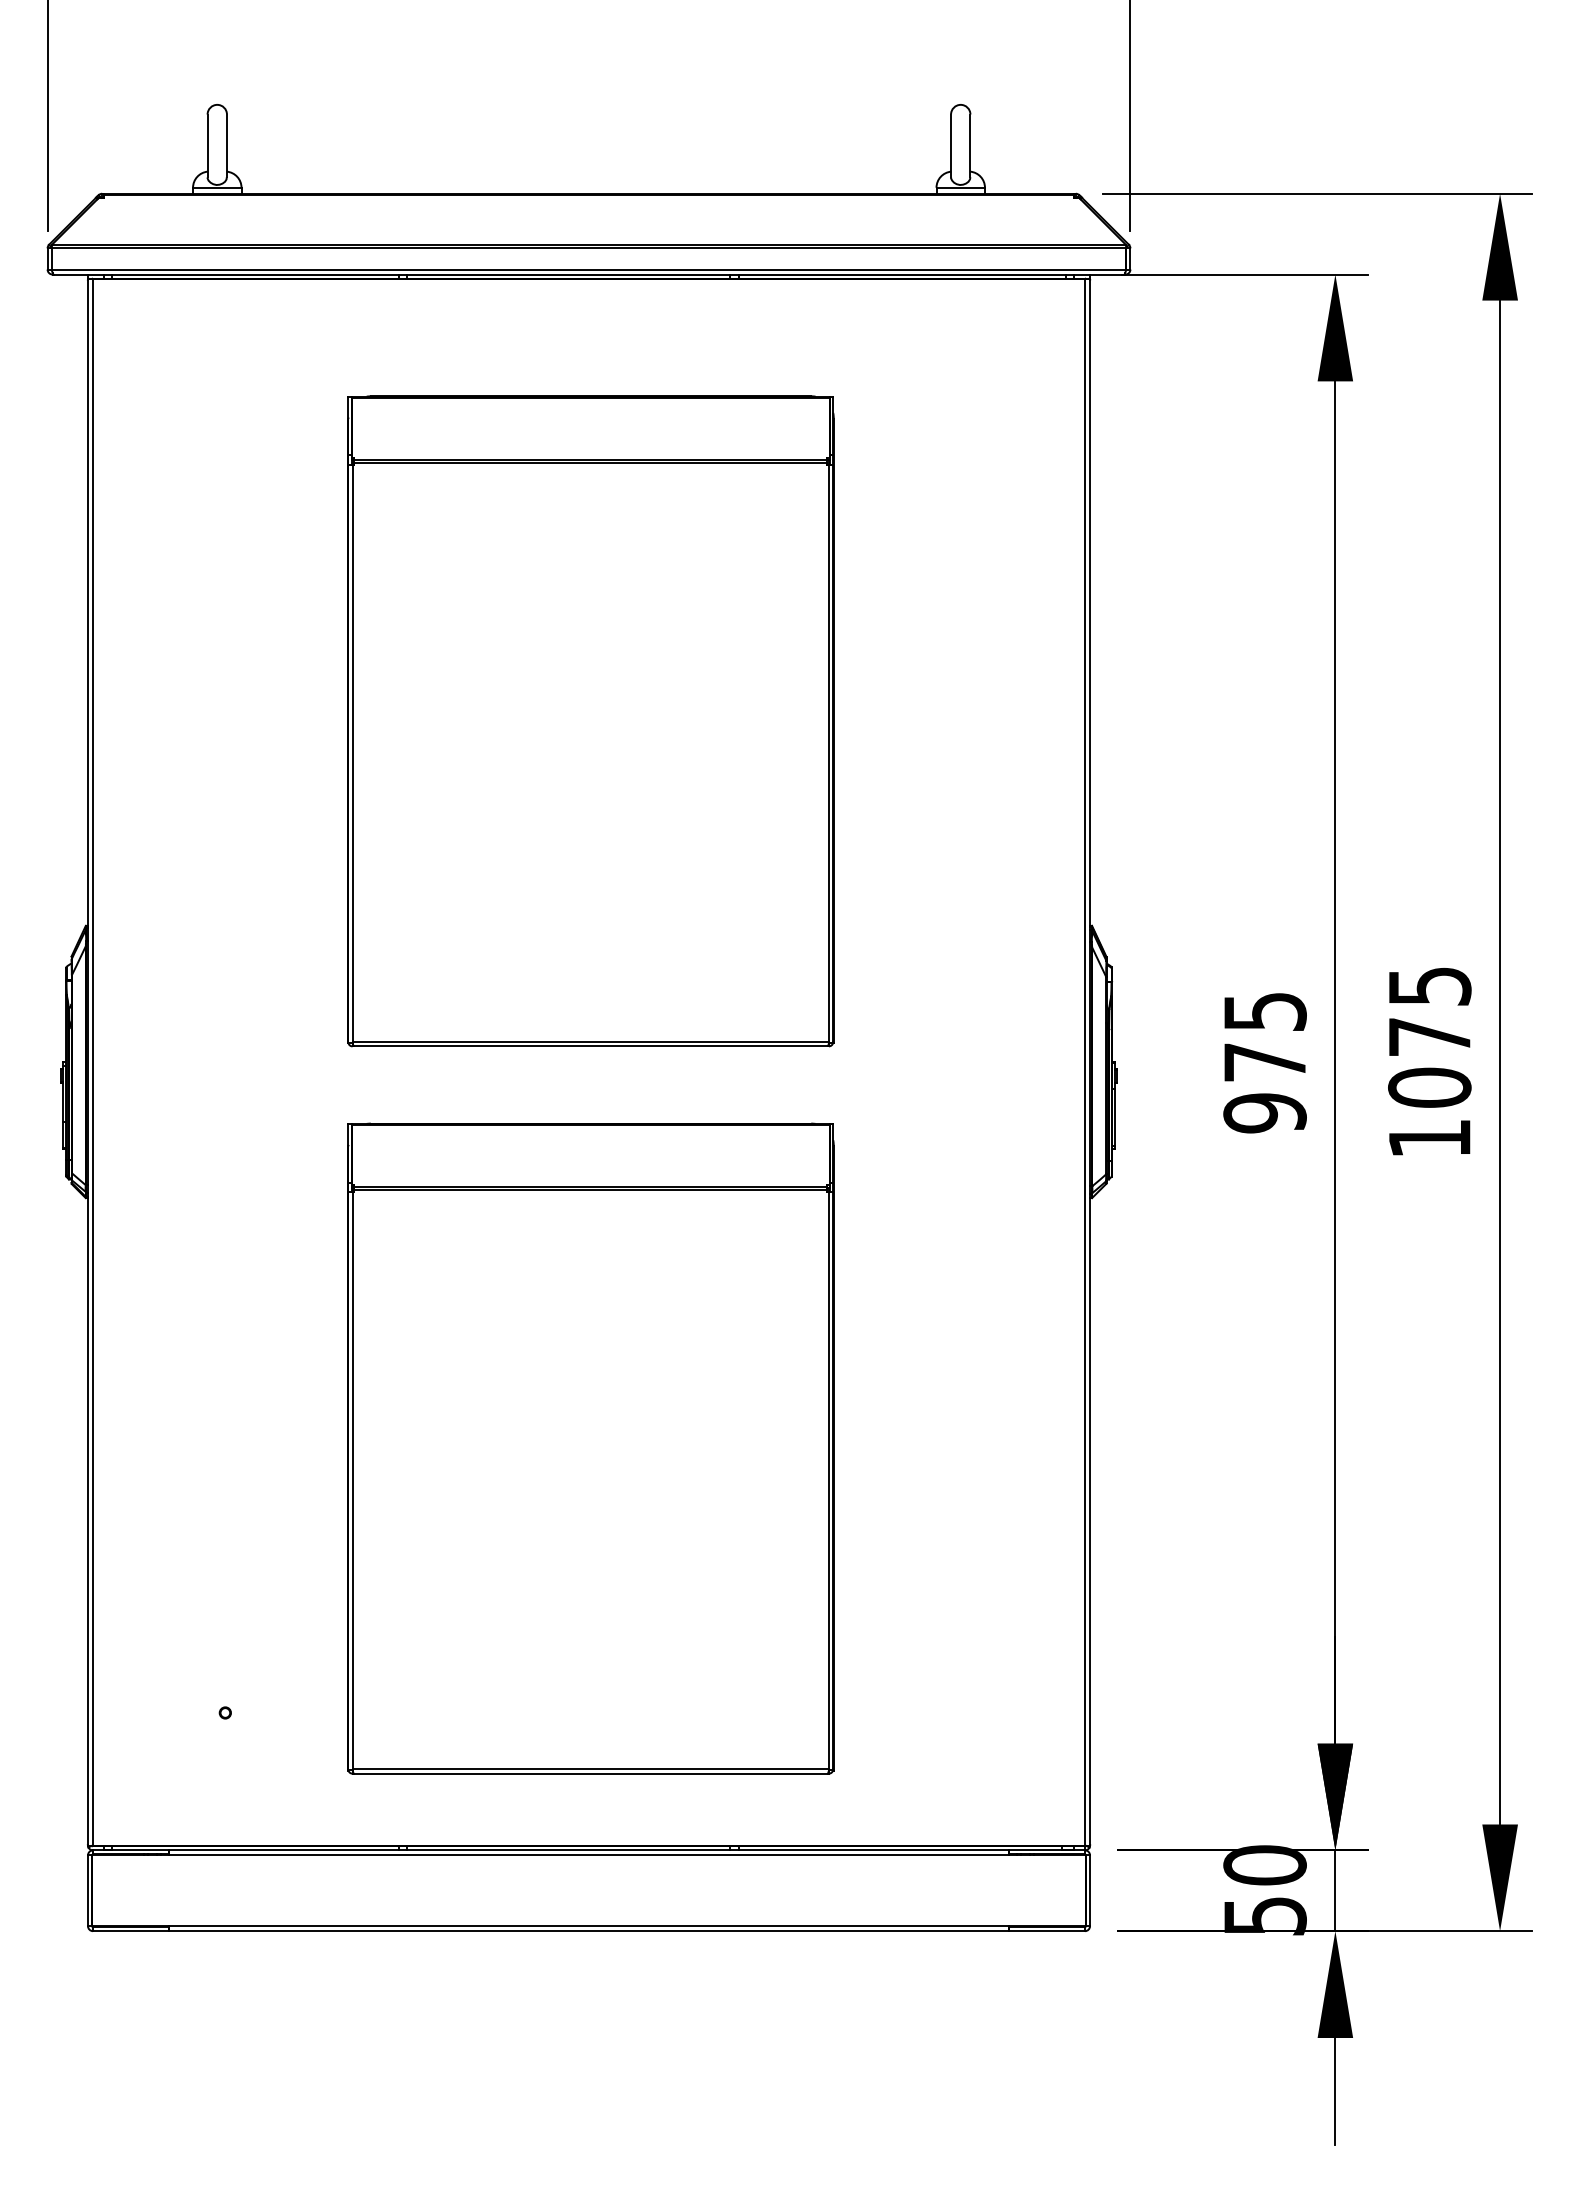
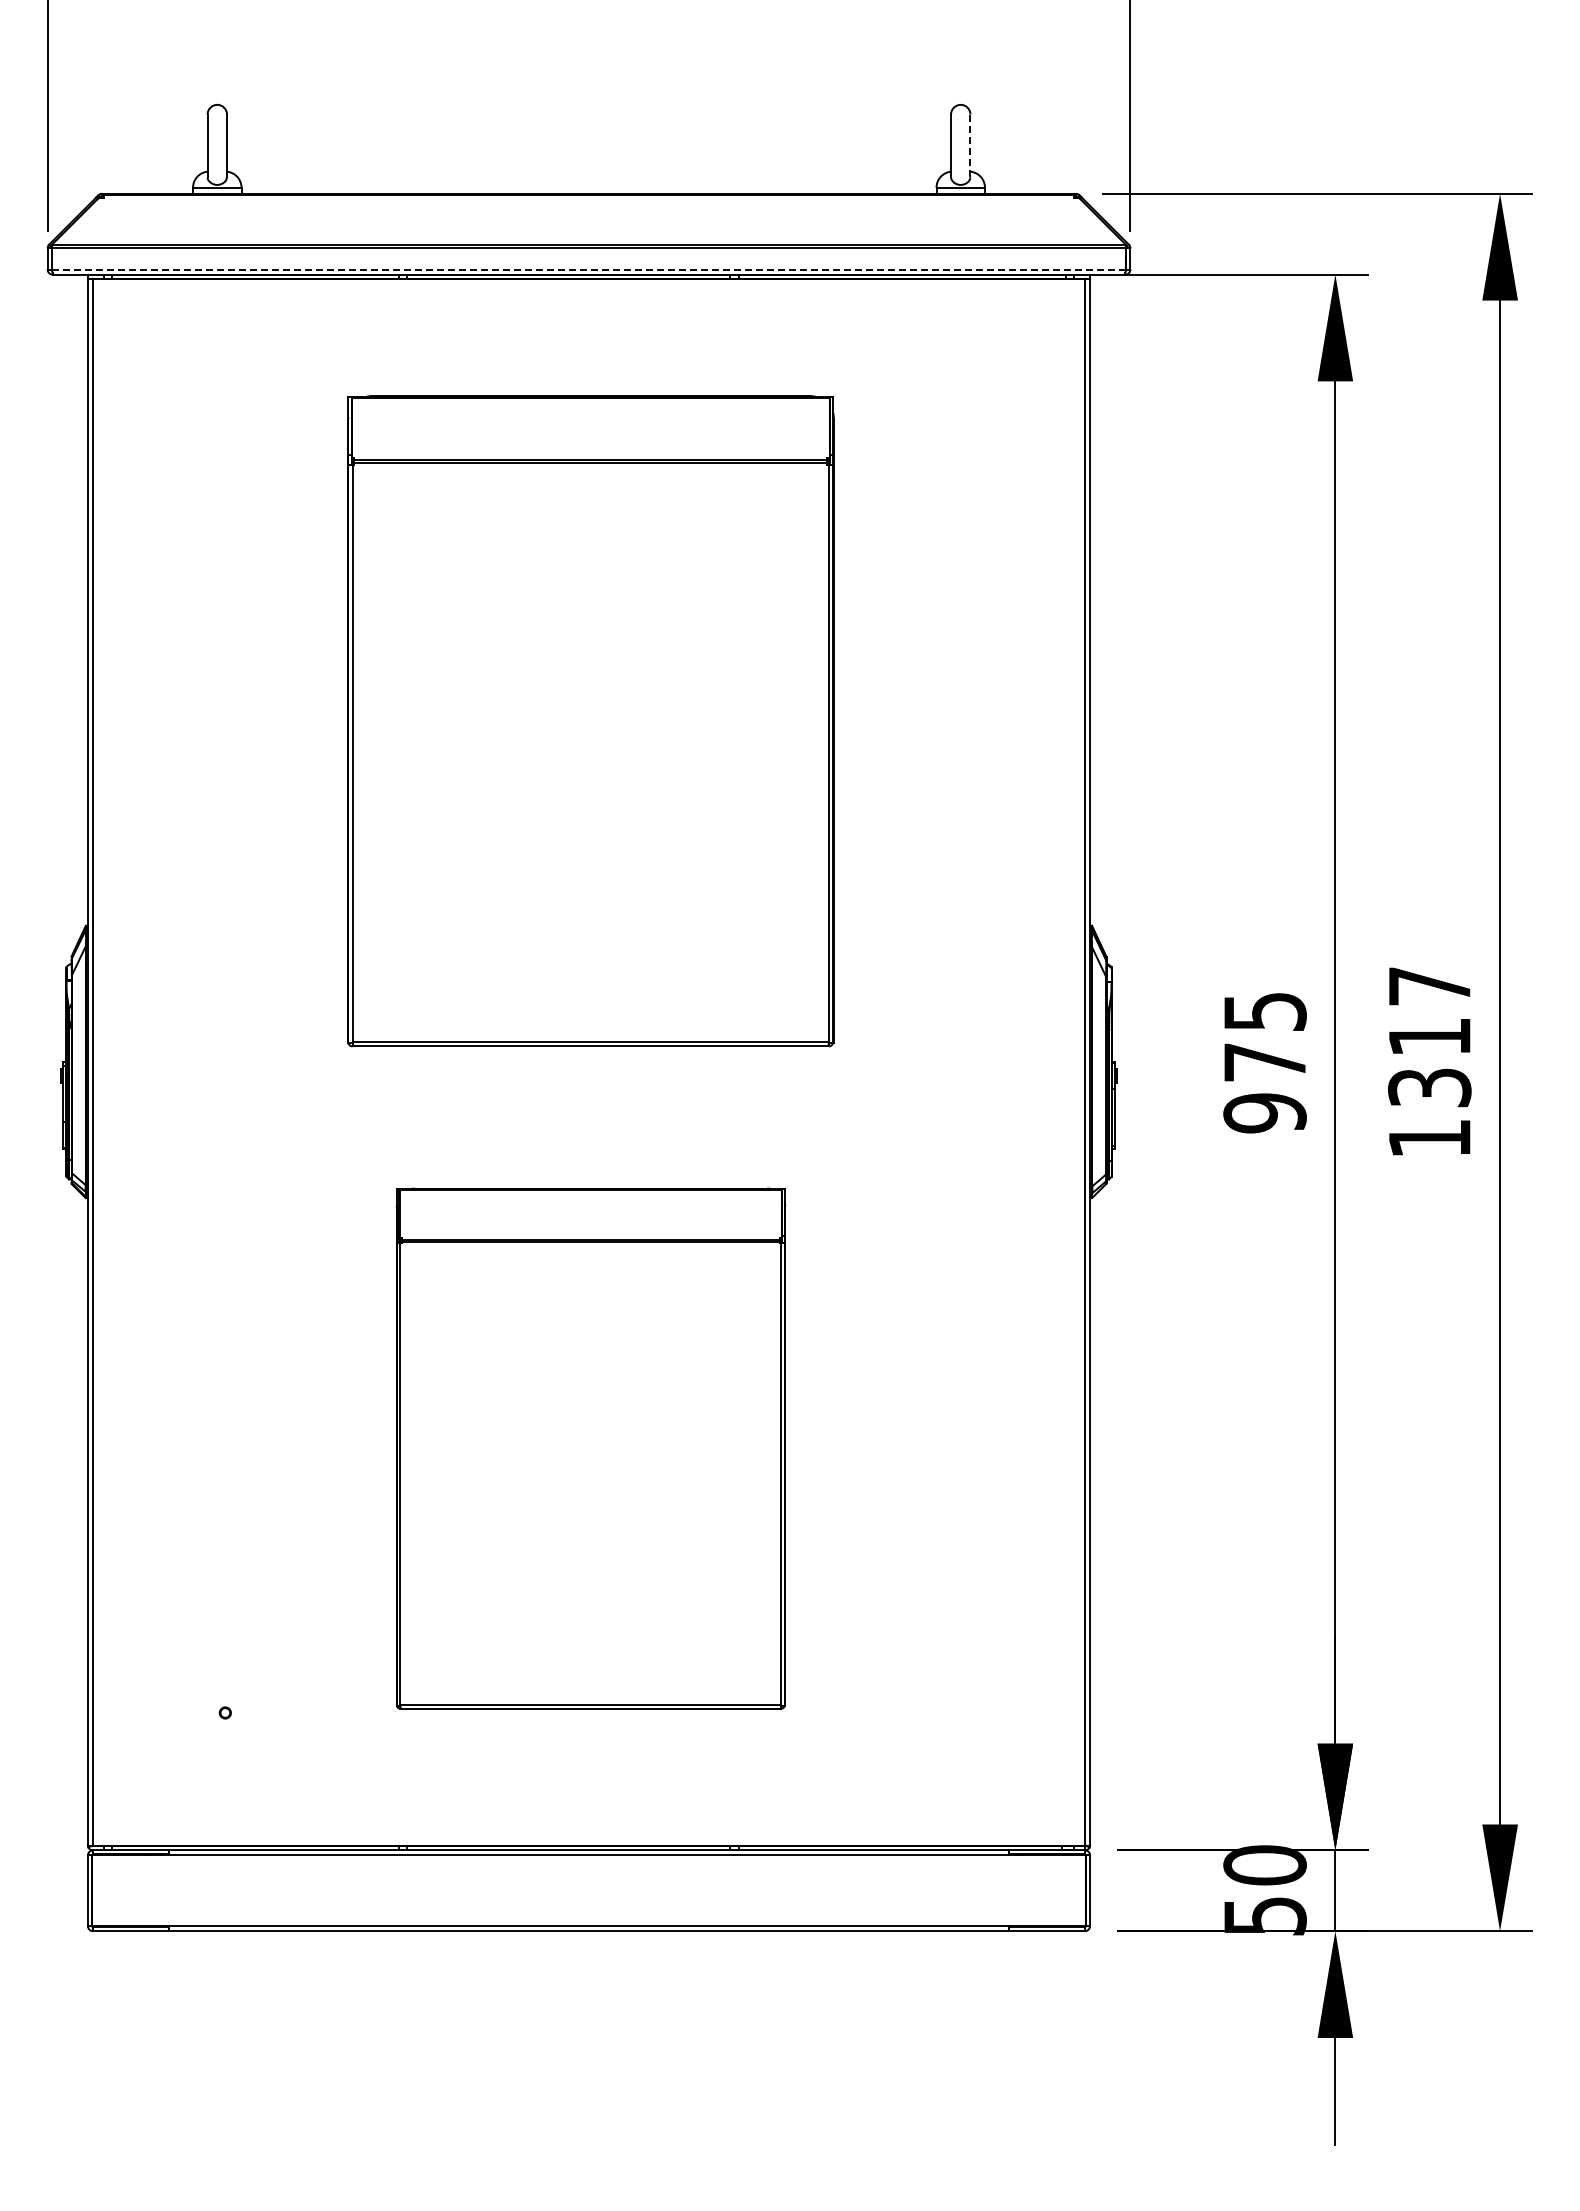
line at (970, 145): solid -> dashed
line at (589, 269): solid -> dashed
text at (1429, 1037): 1075 -> 1317
part at (590, 1448) size: 488x653 px -> 392x523 px
